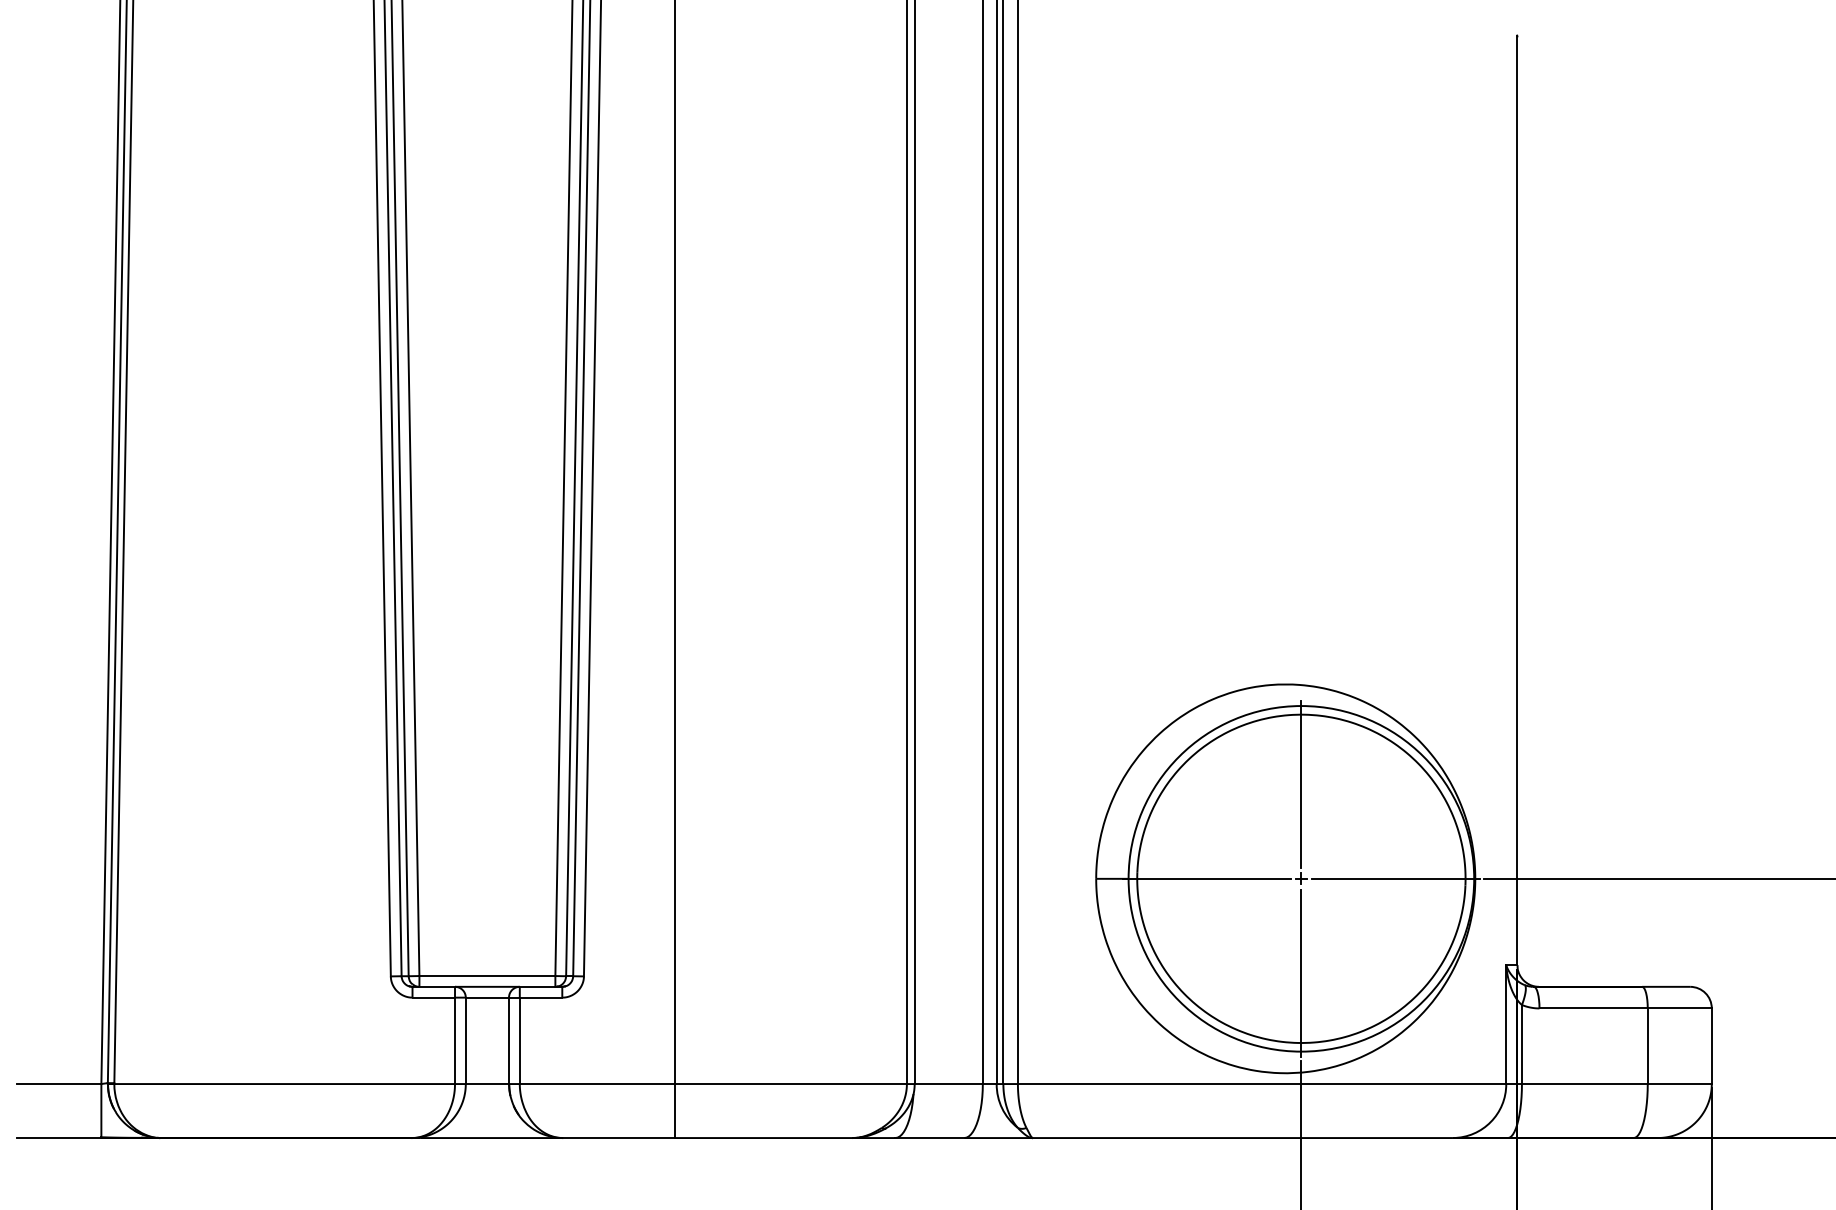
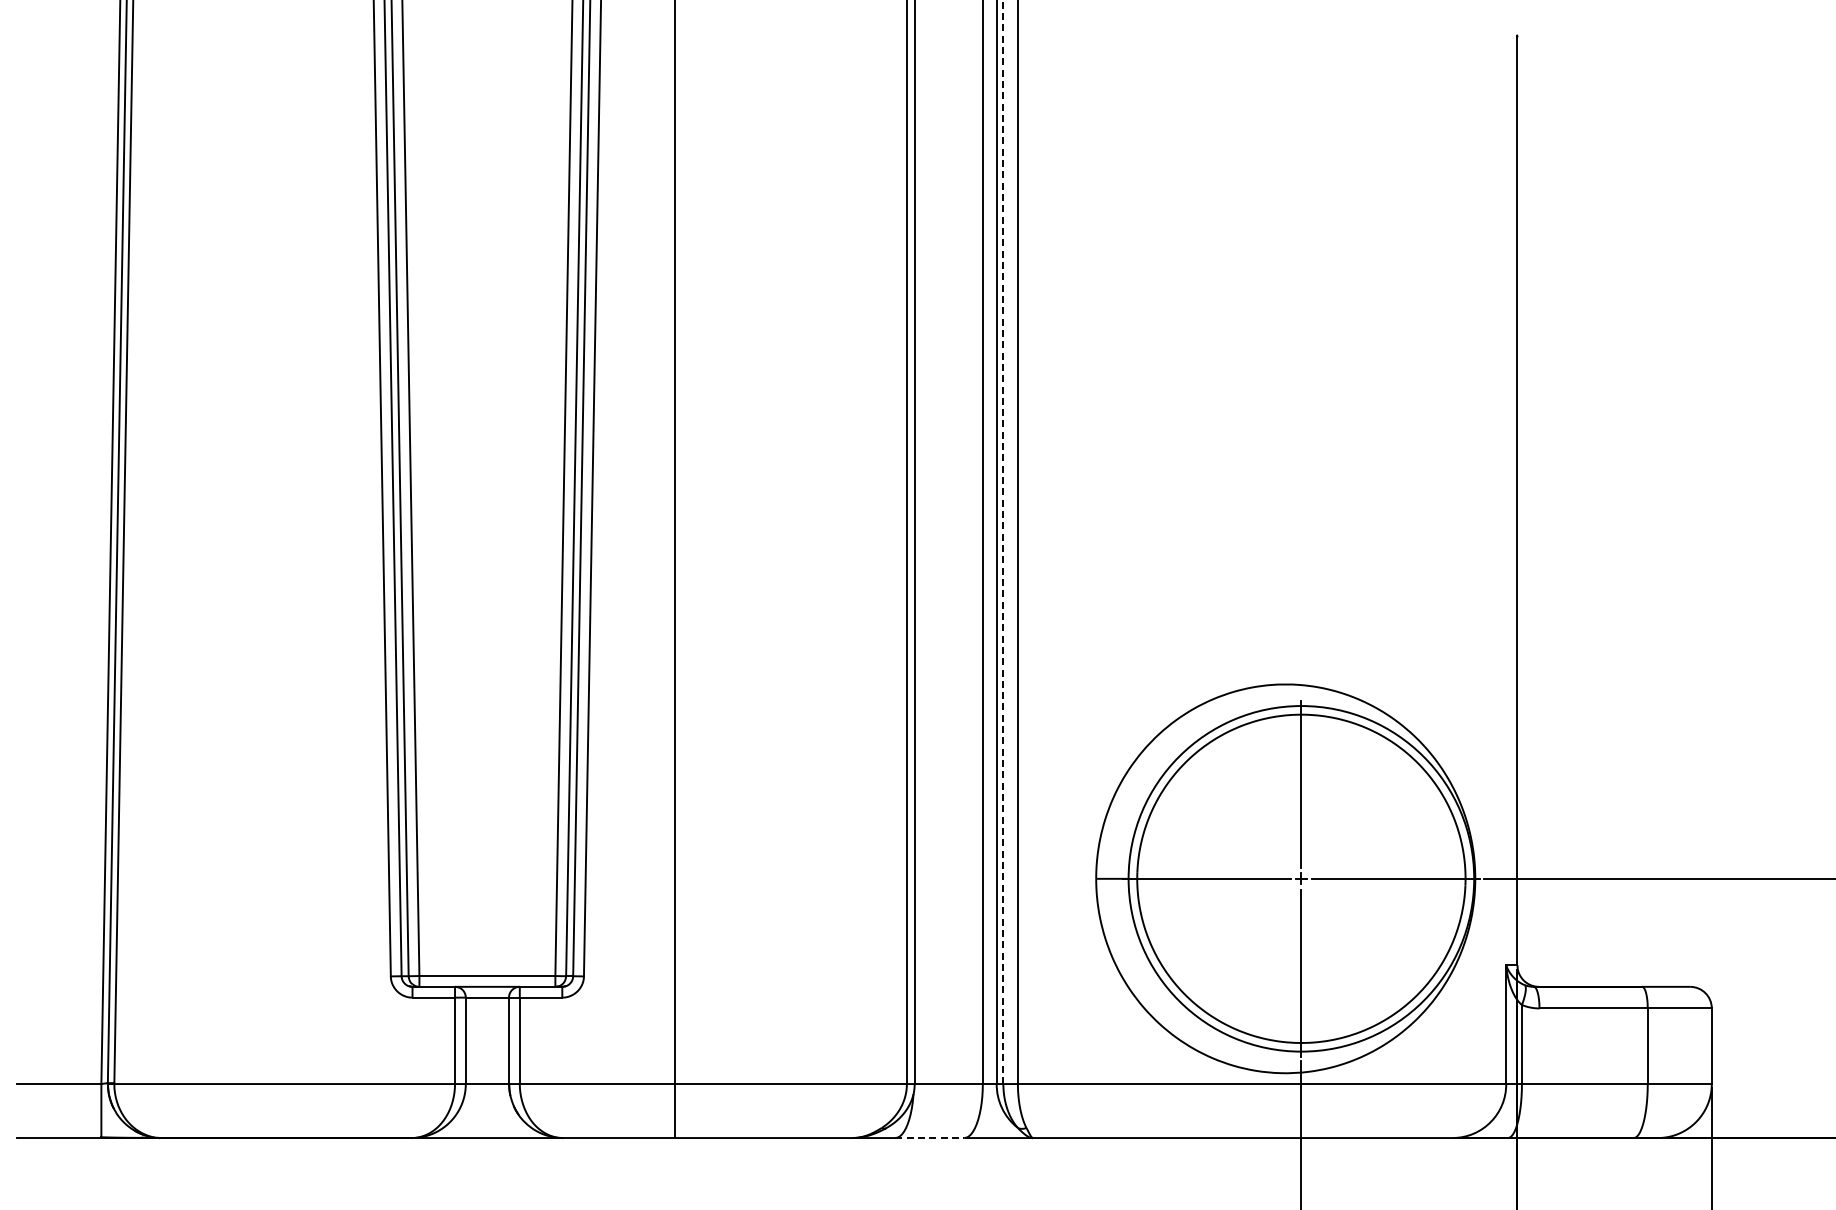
line at (1003, 542): solid -> dashed
line at (929, 1138): solid -> dashed
